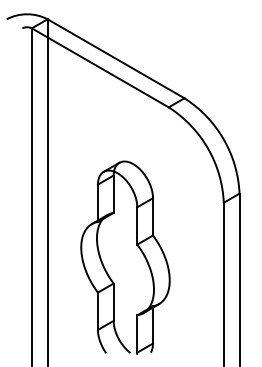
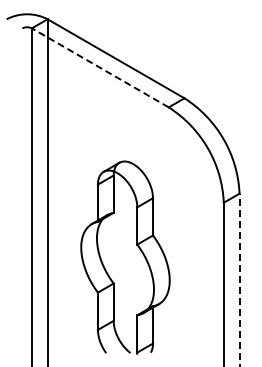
line at (99, 67): solid -> dashed
line at (239, 279): solid -> dashed
